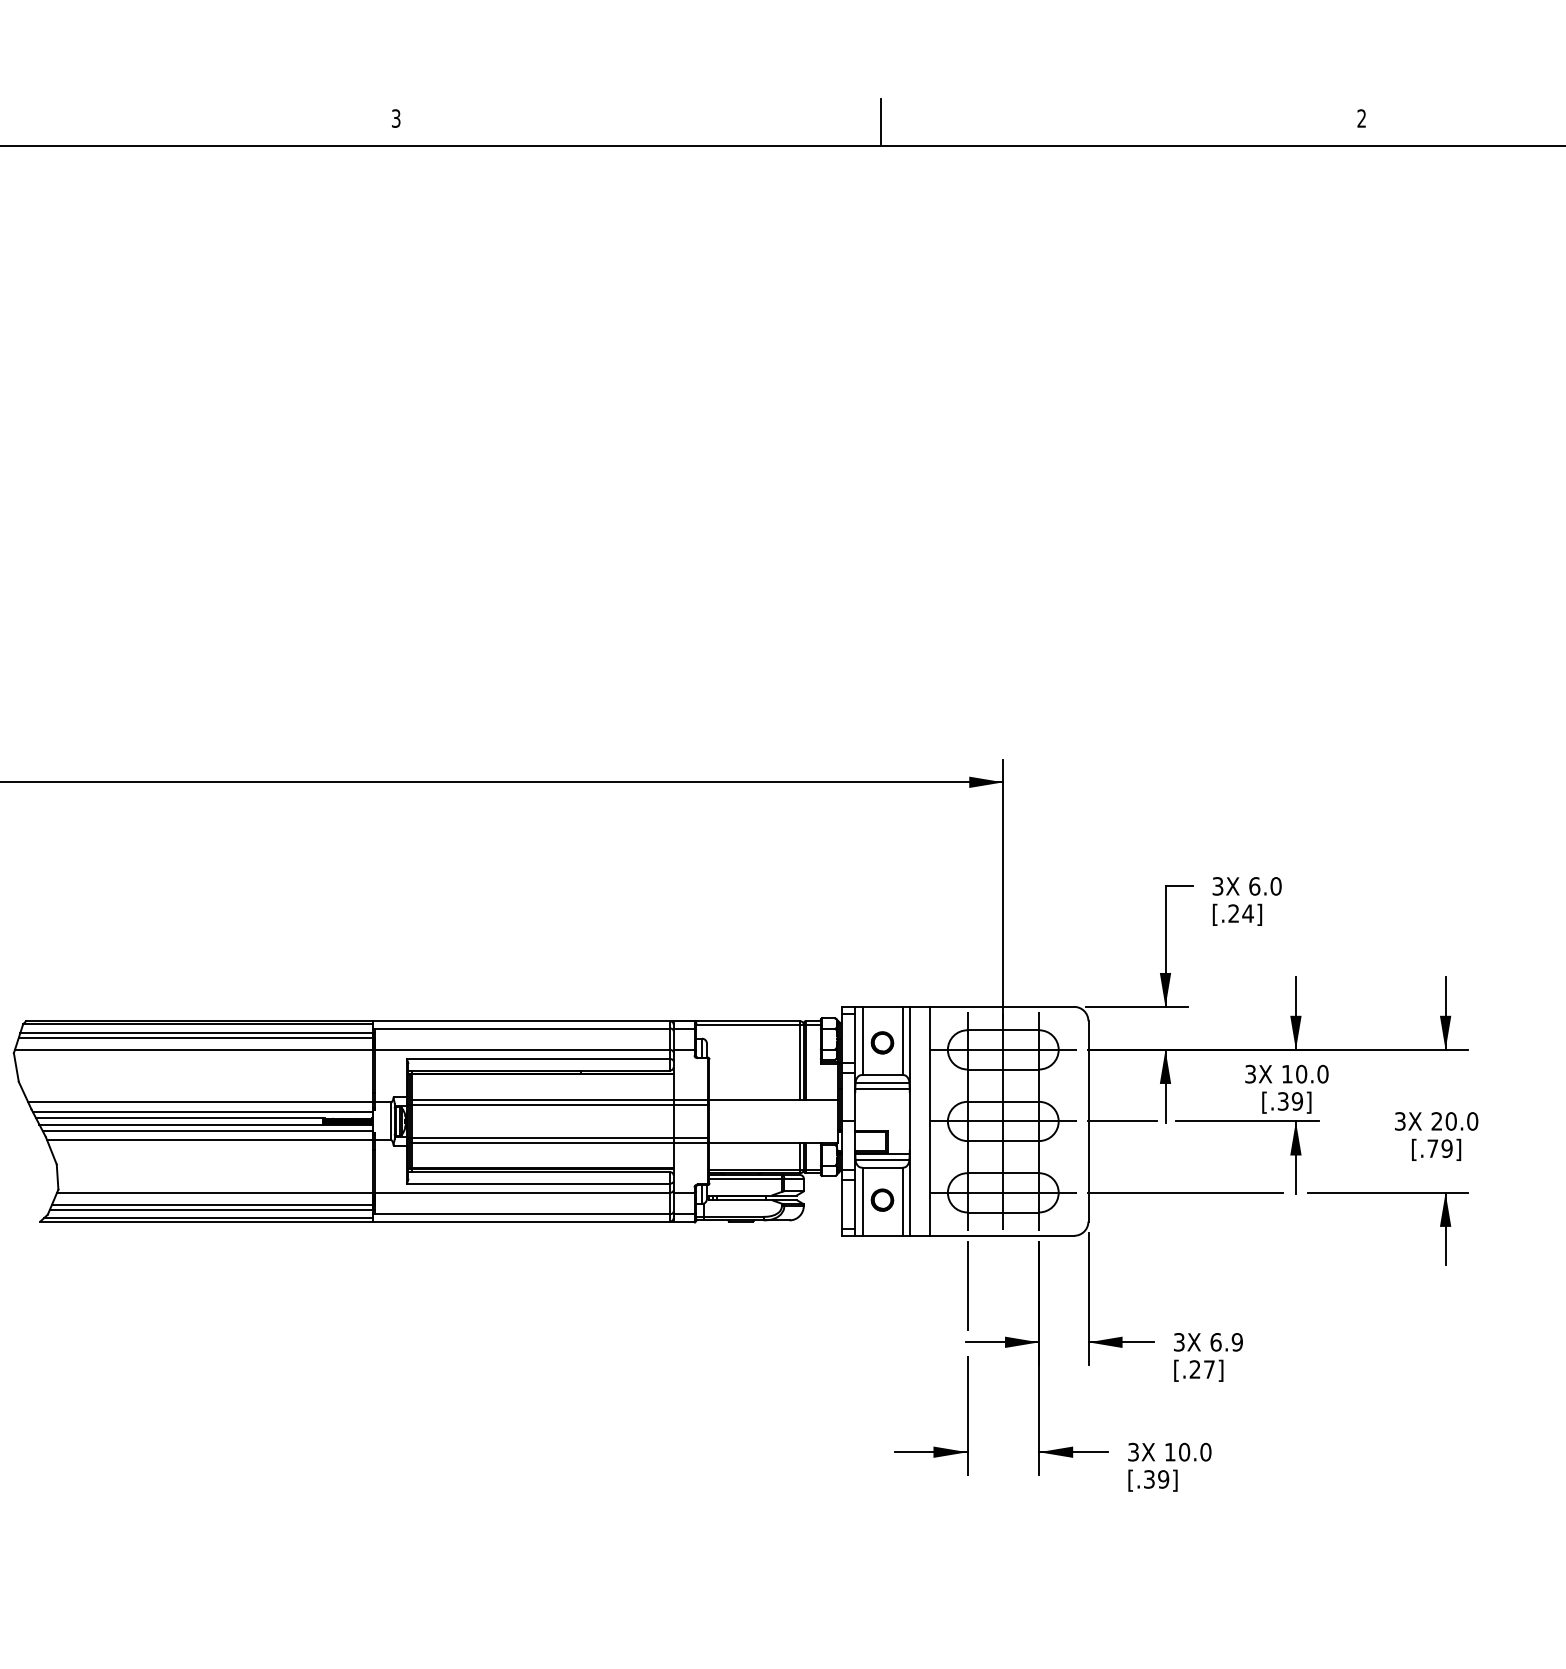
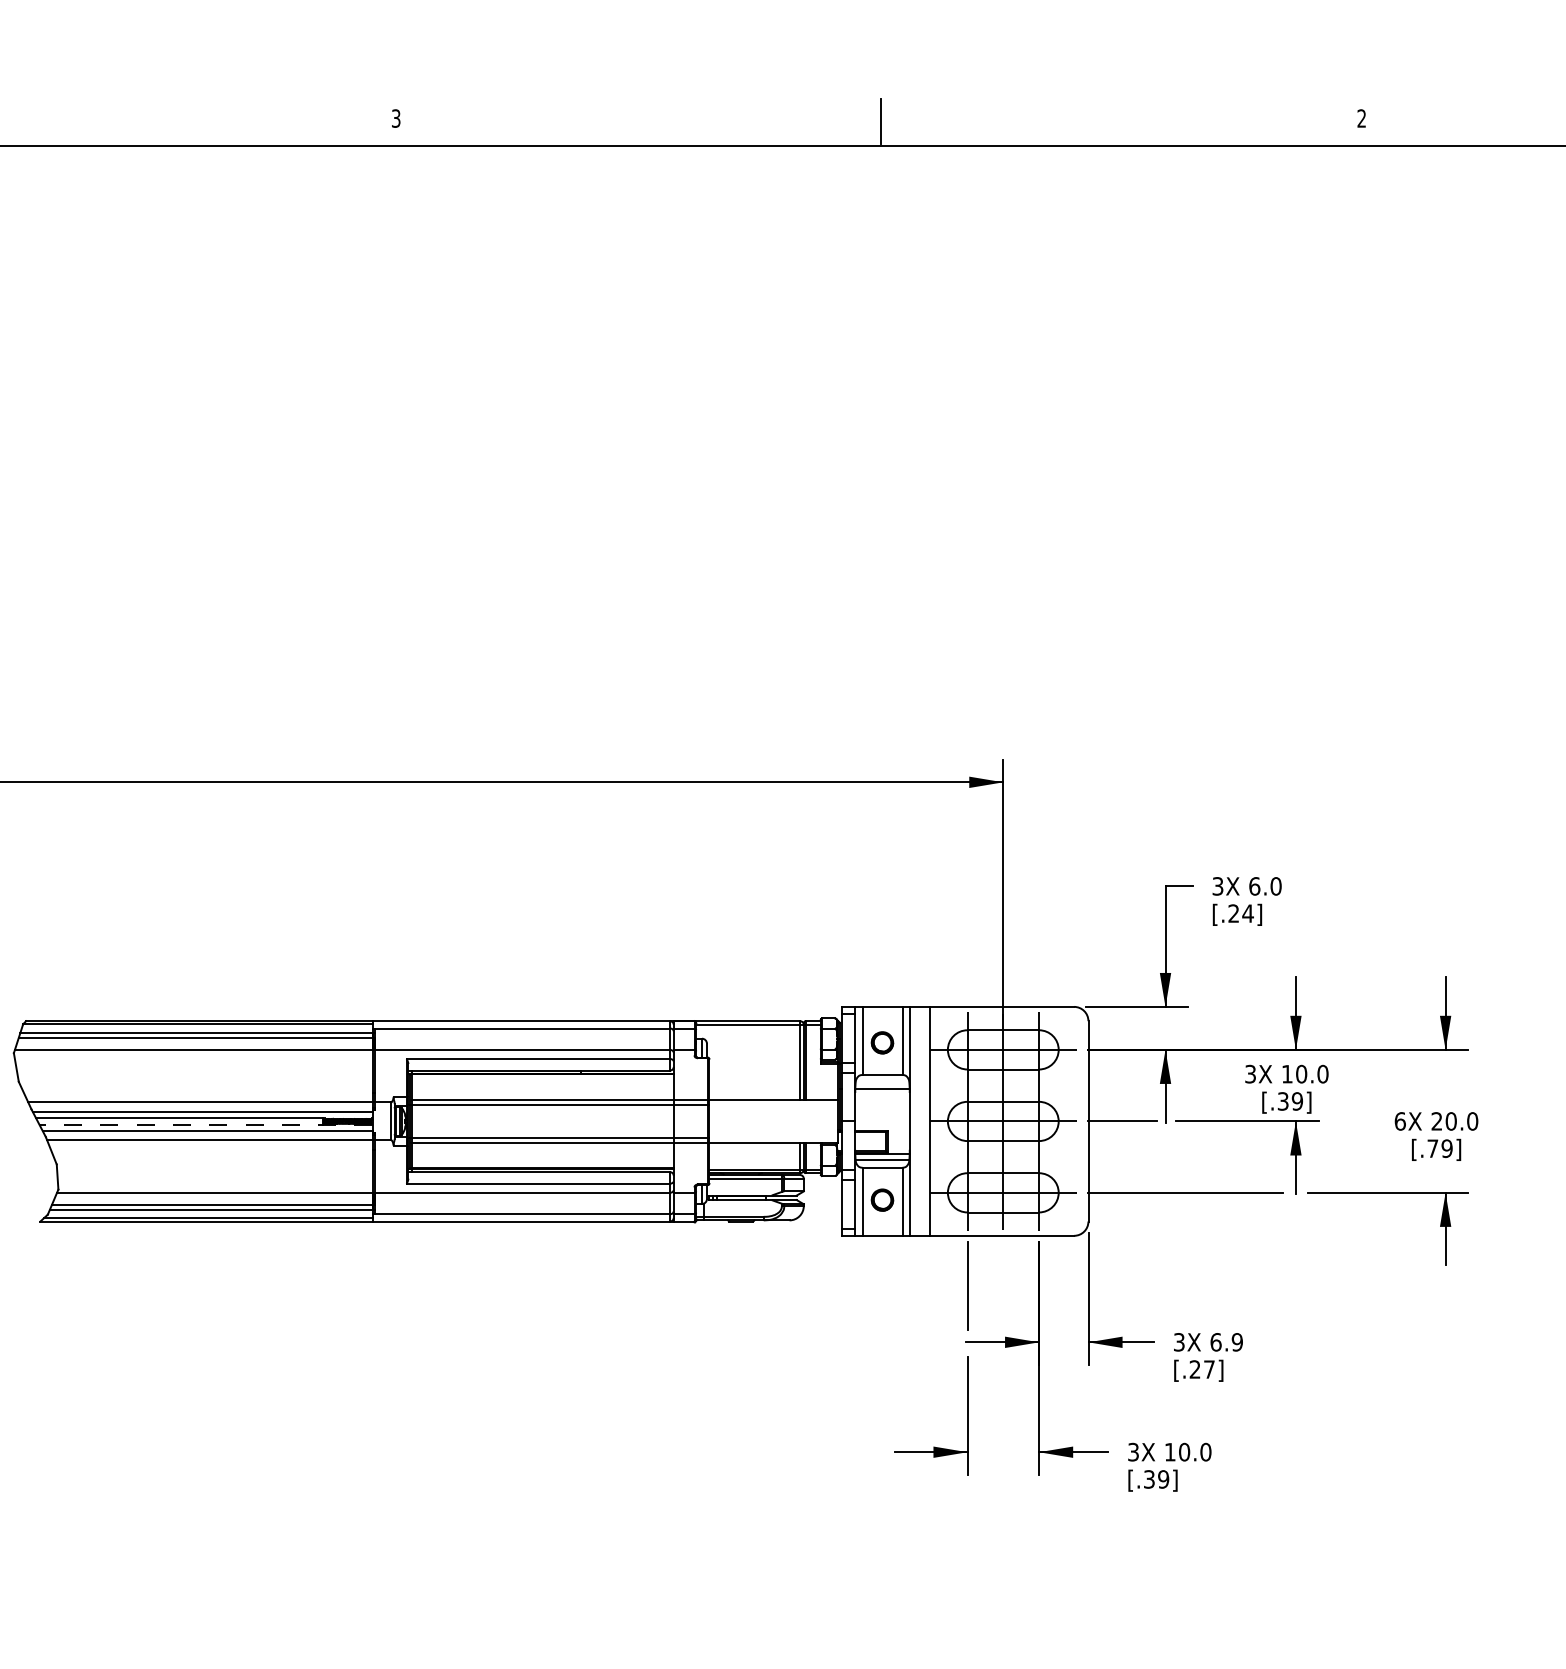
line at (882, 1082): present -> none
text at (1399, 1121): 3X -> 6X
line at (205, 1124): solid -> dashed
